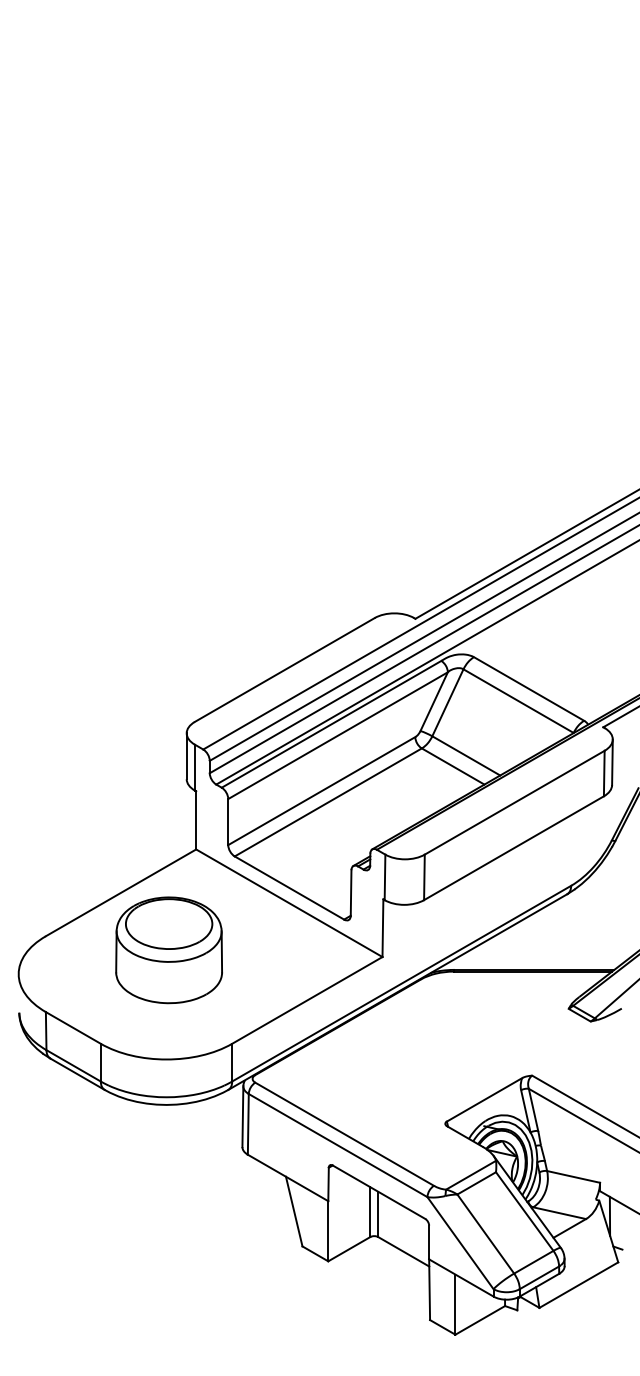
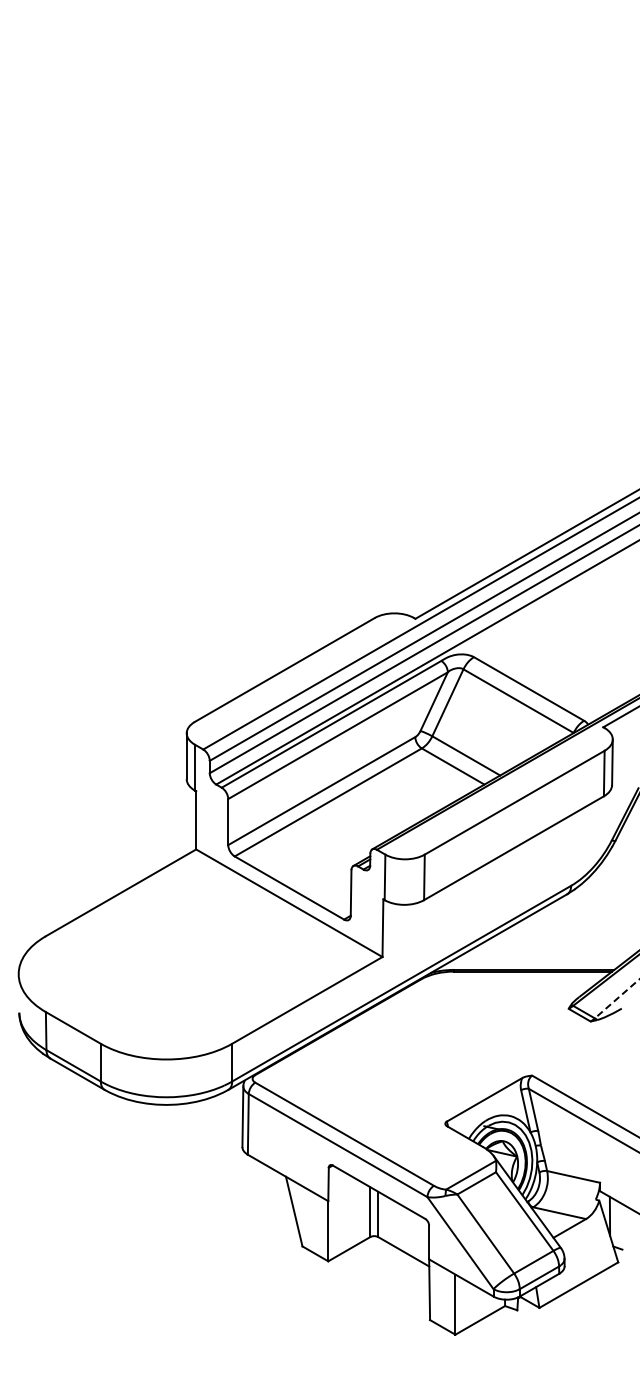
part at (168, 950): present -> none
line at (617, 998): solid -> dashed
